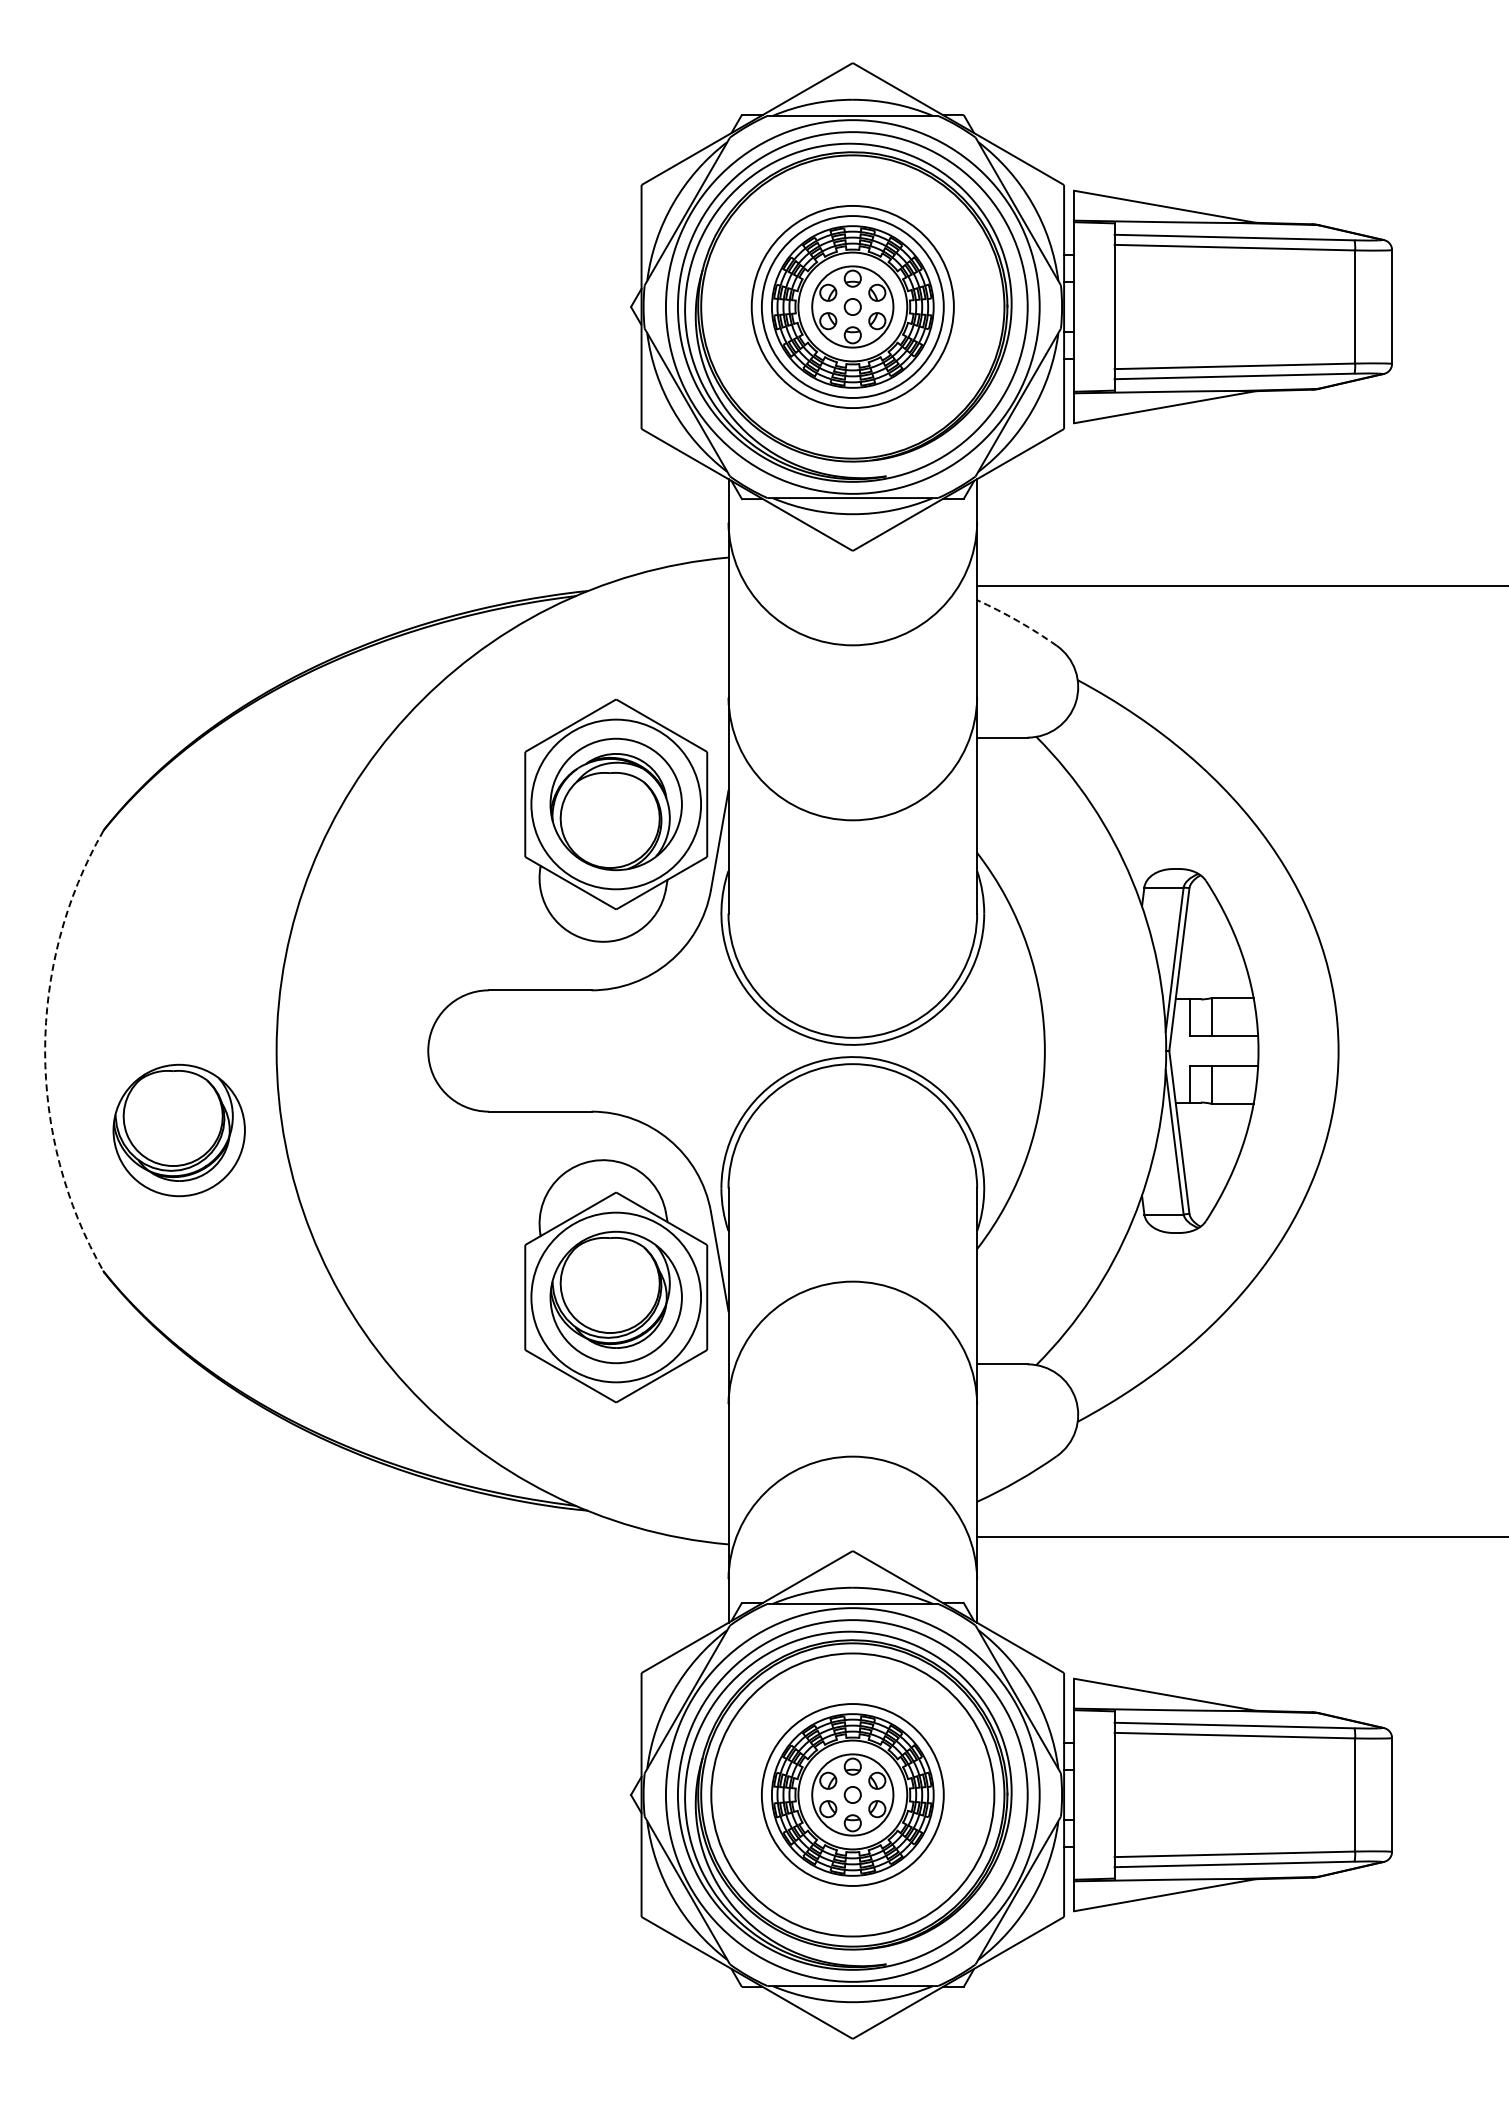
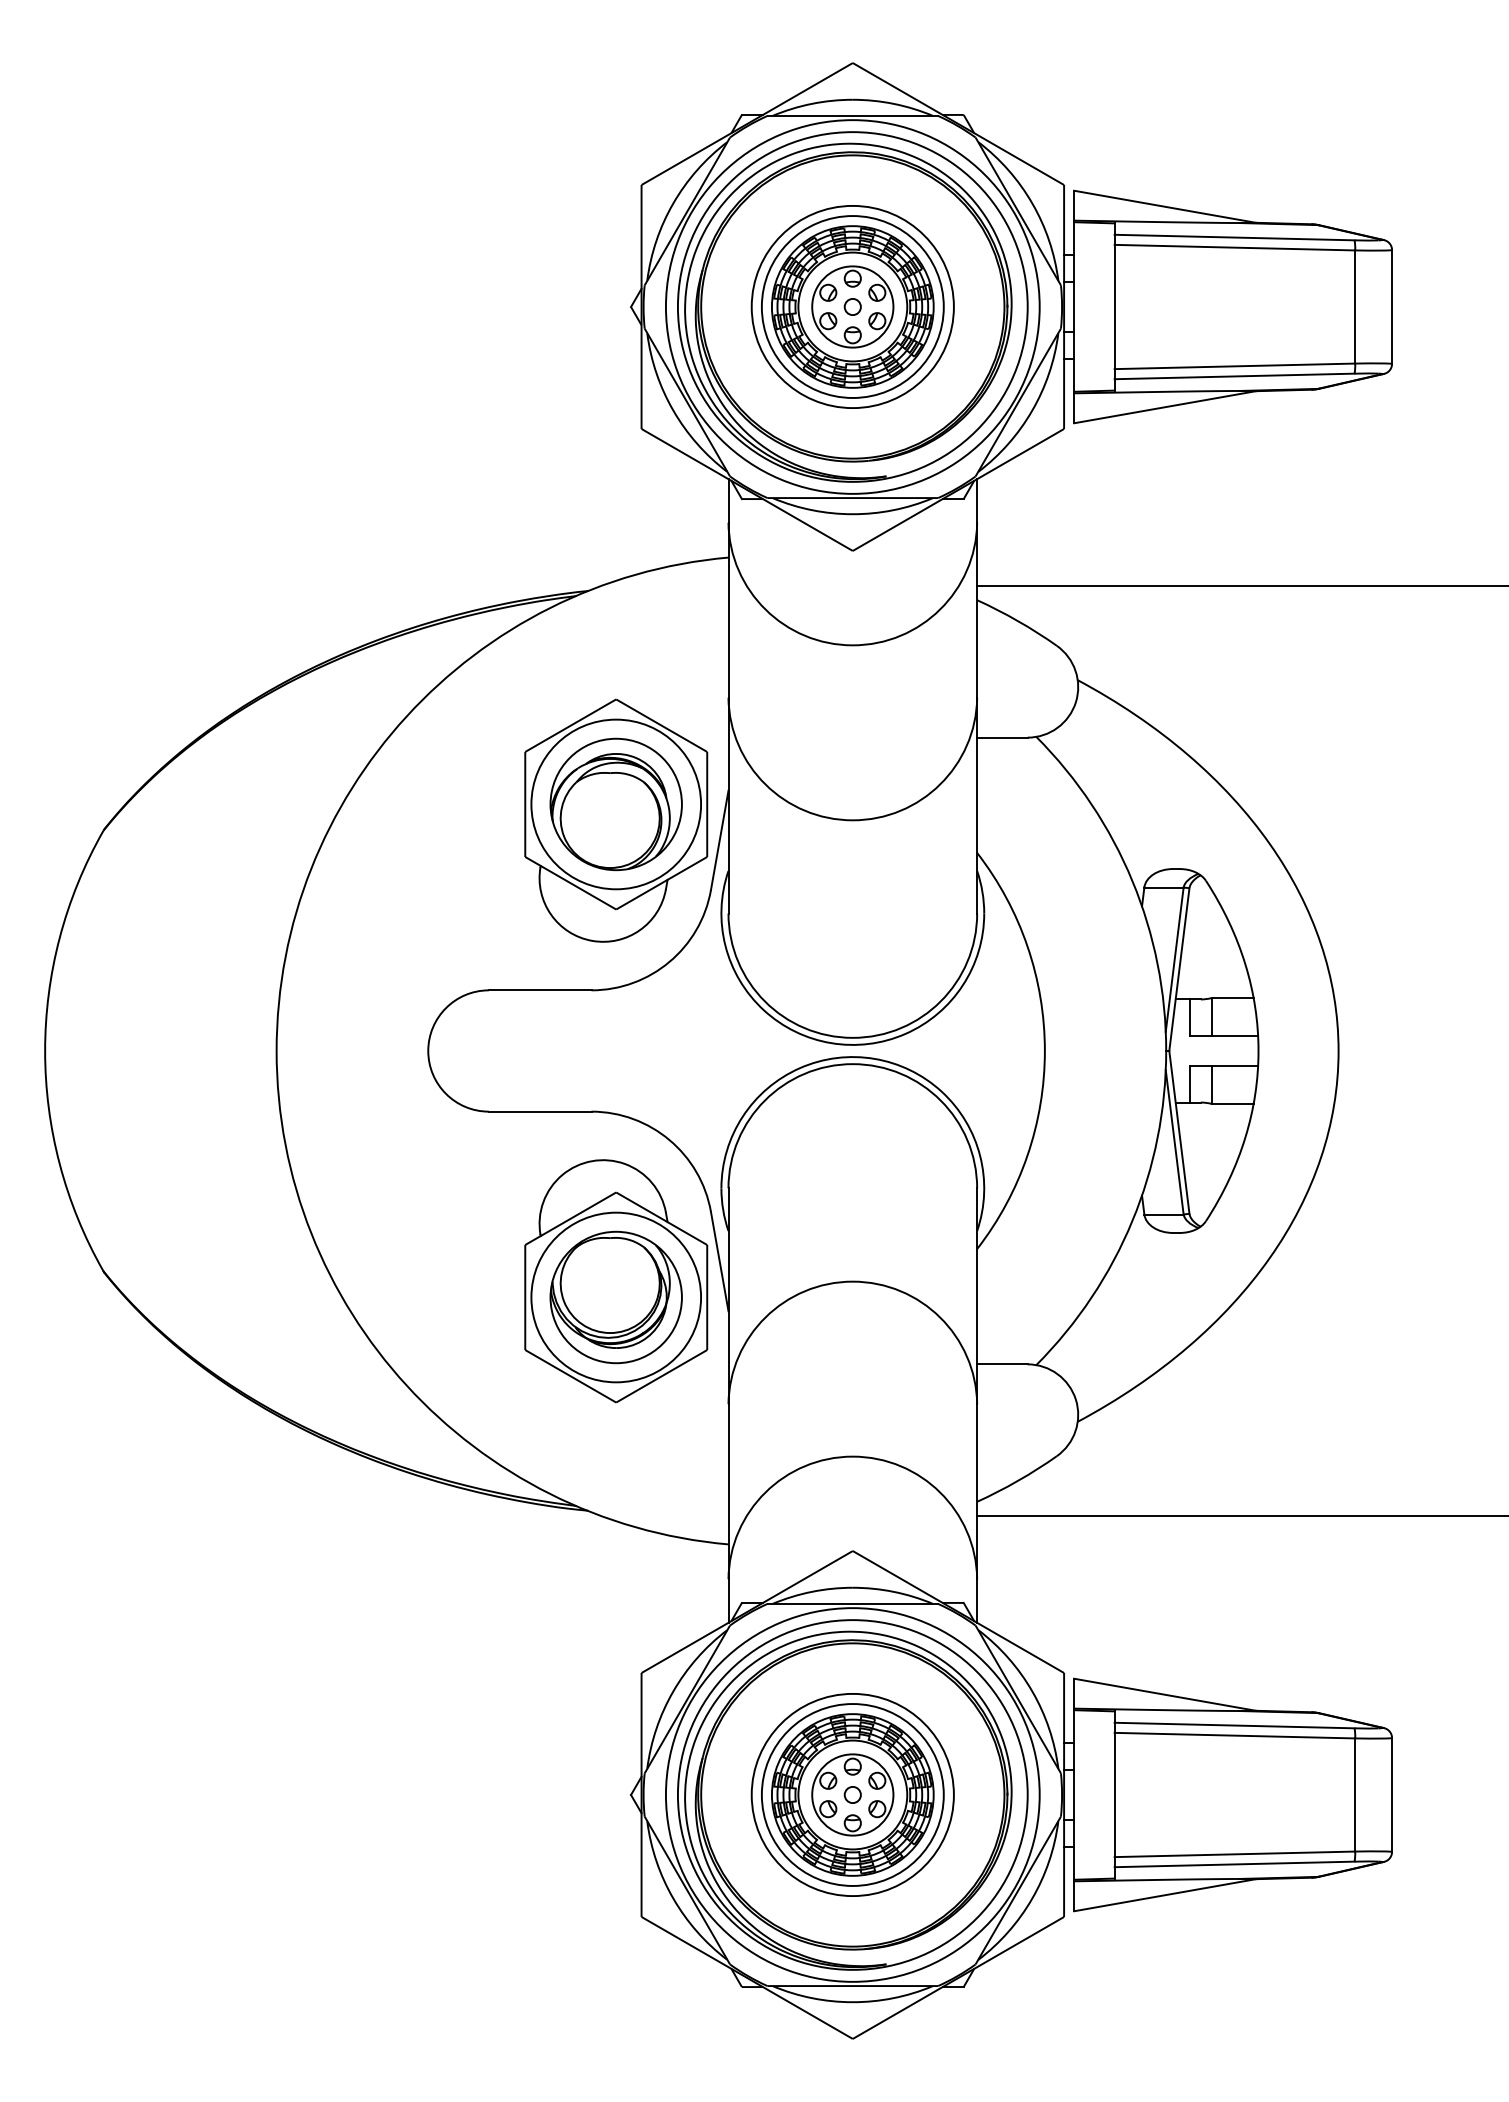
arc at (1018, 621): dashed -> solid
arc at (45, 1051): dashed -> solid
part at (178, 1130): present -> none
line at (1241, 1537) position: (1241, 1537) -> (1241, 1516)
circle at (852, 1794) diameter: 283 px -> 202 px
